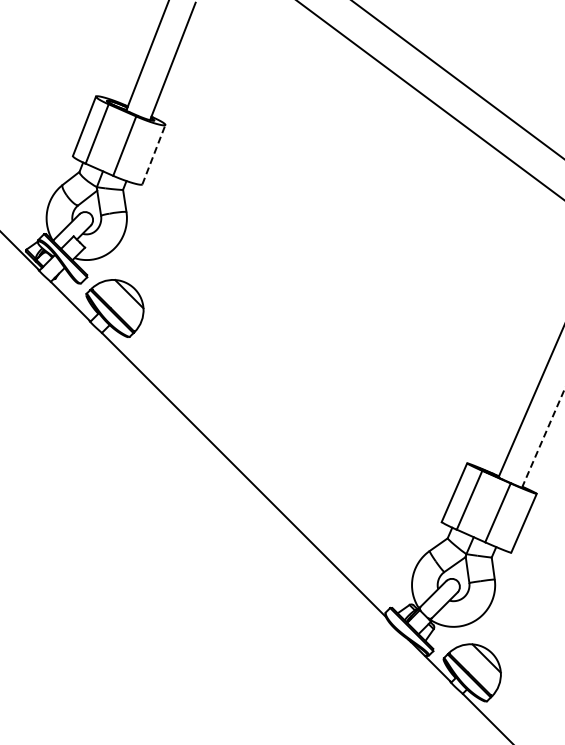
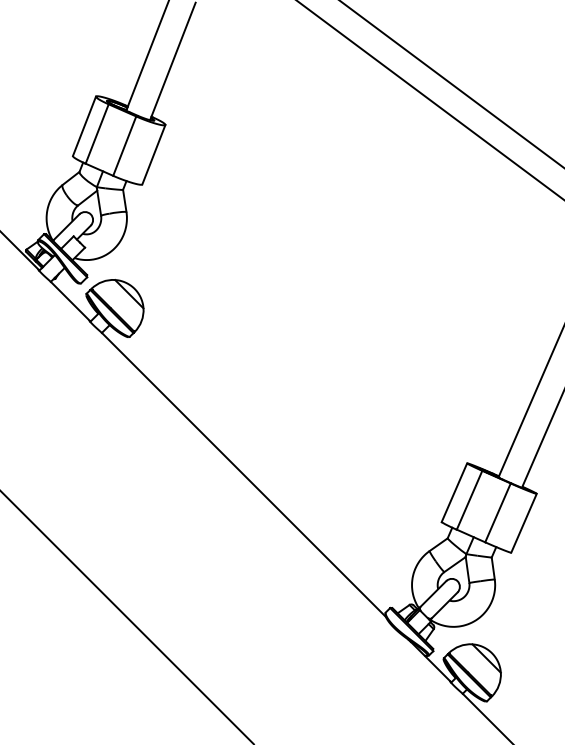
line at (457, 79) position: (457, 79) -> (451, 84)
line at (153, 154): dashed -> solid
line at (543, 438): dashed -> solid
line at (126, 616): none -> present
